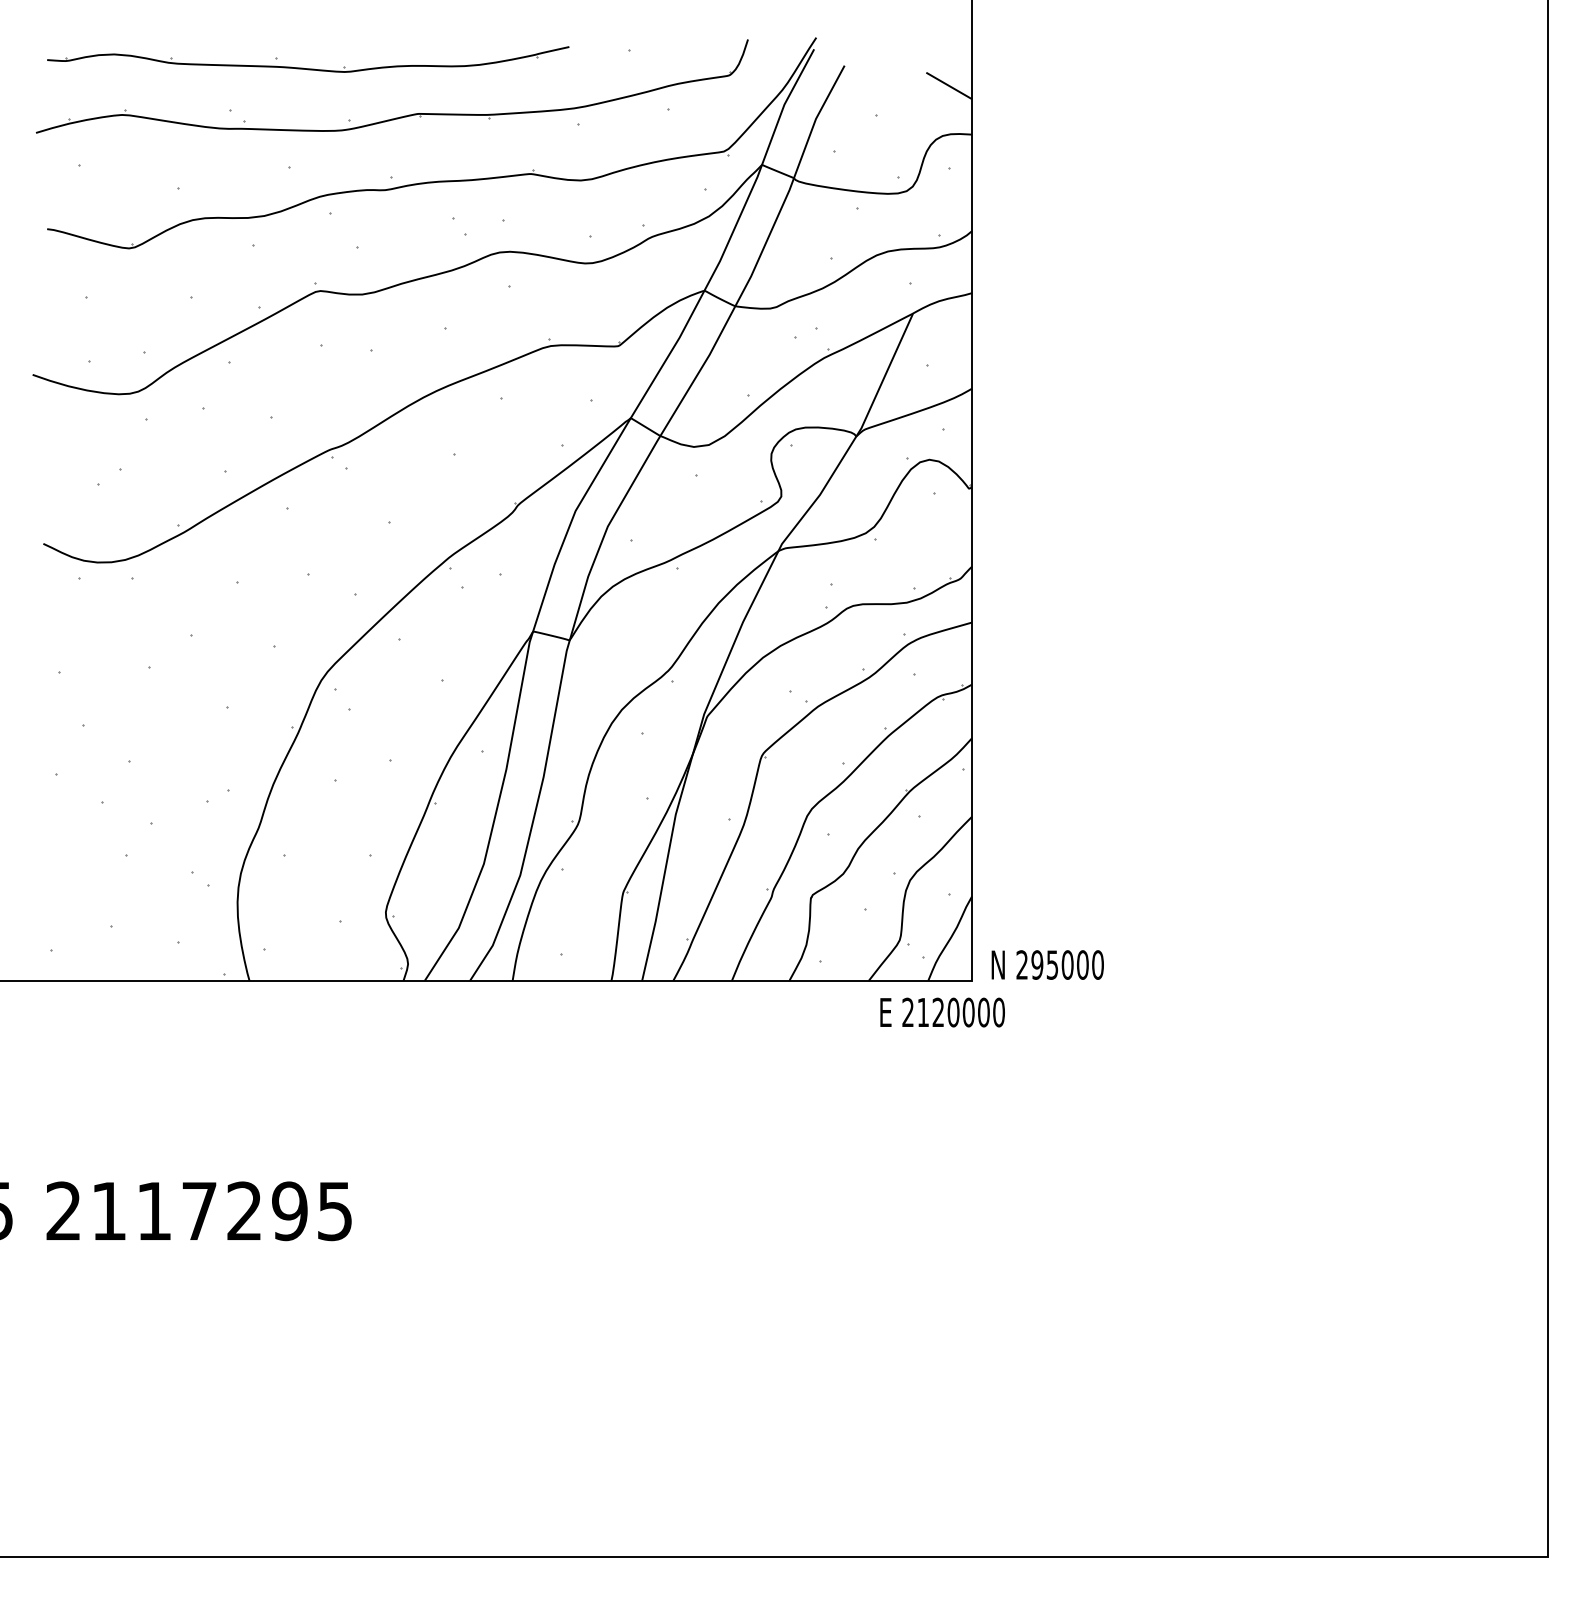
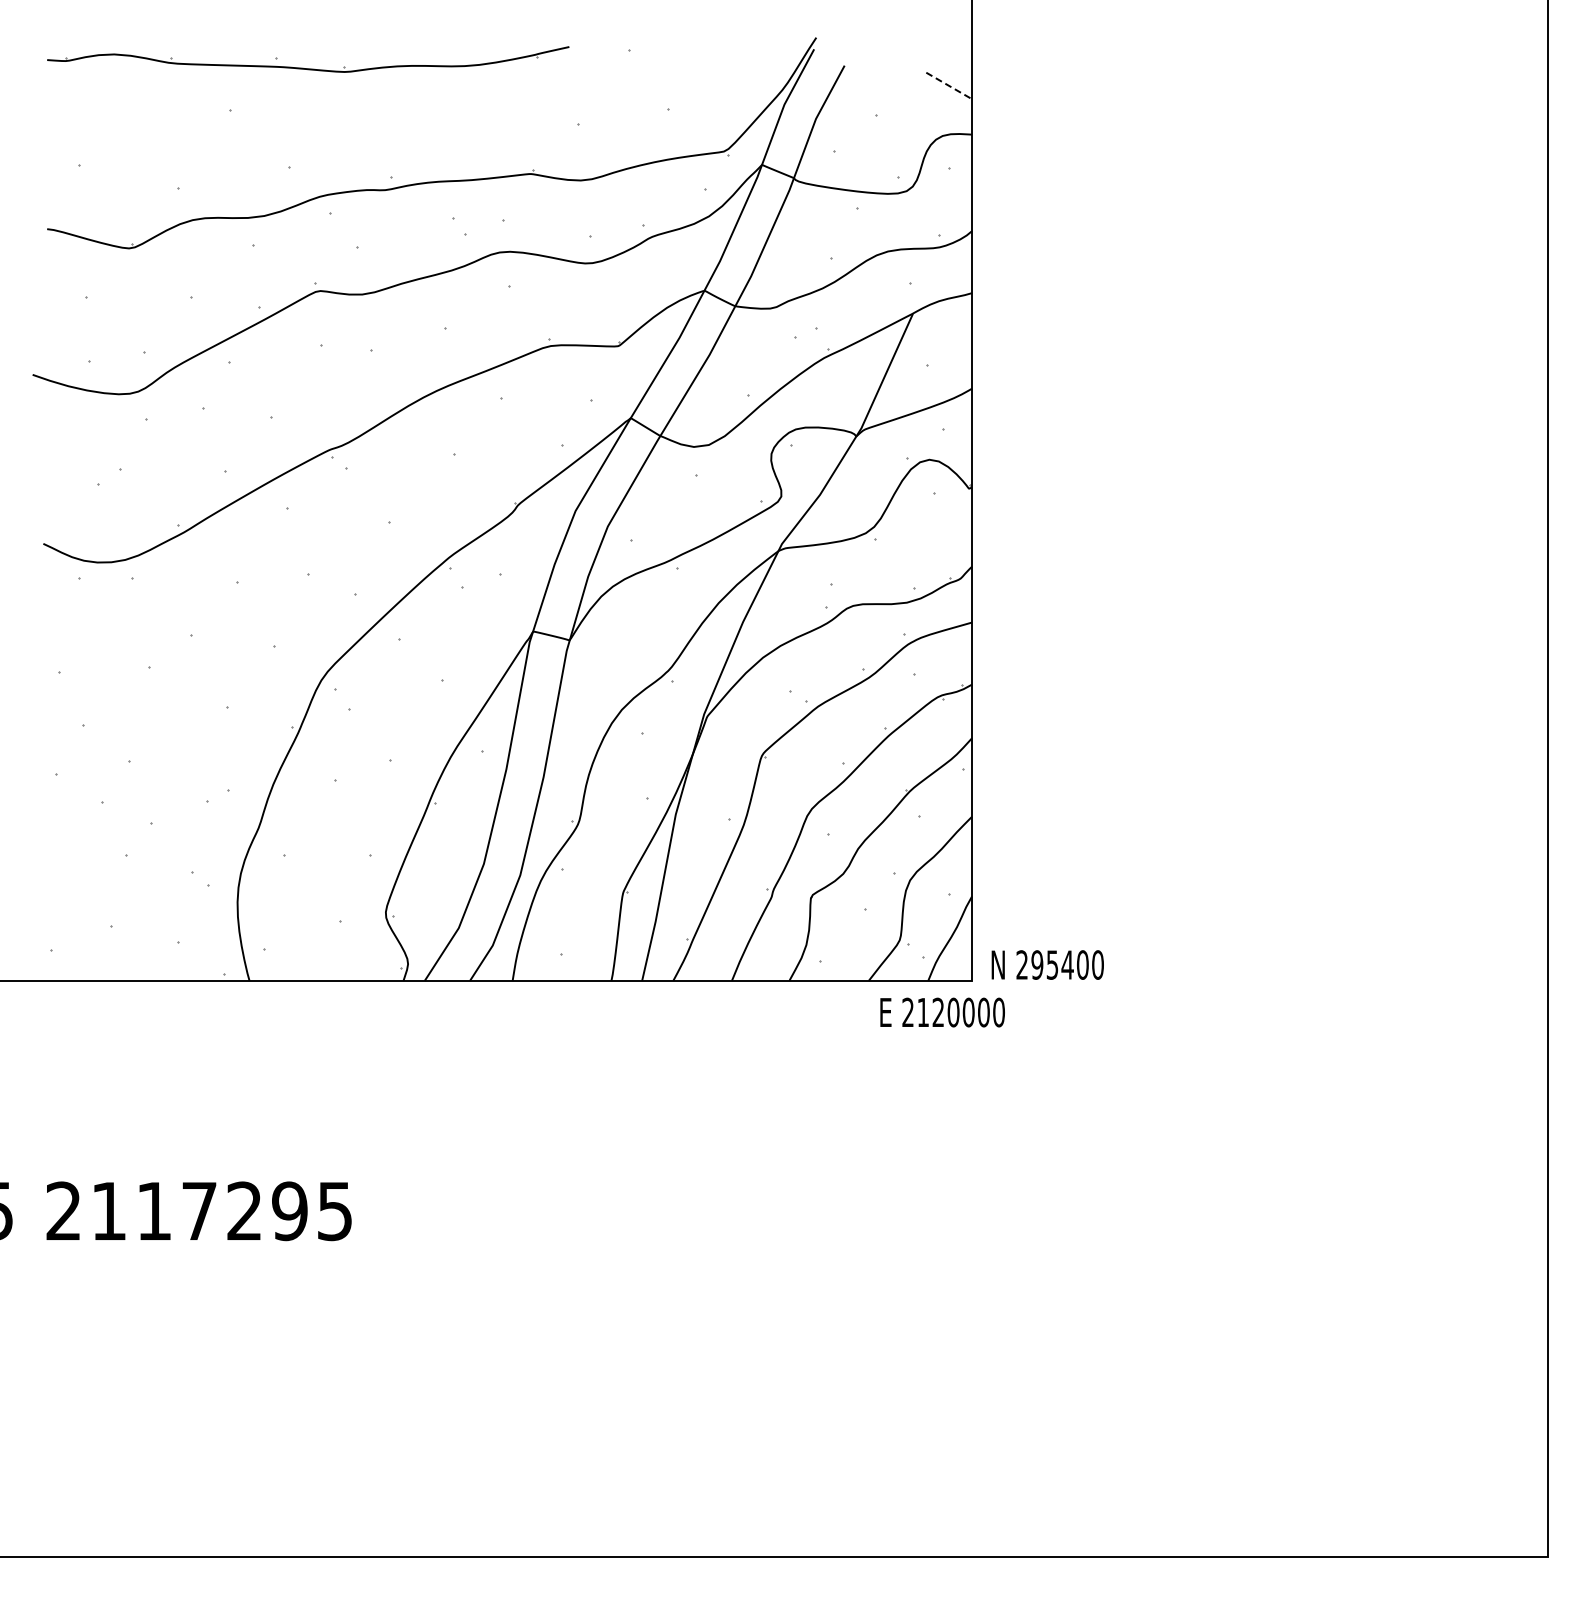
line at (949, 86): solid -> dashed
part at (400, 116): present -> none
text at (1067, 964): 295000 -> 295400
